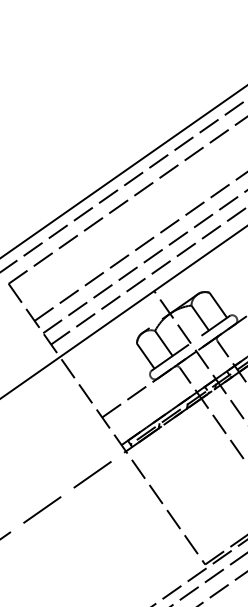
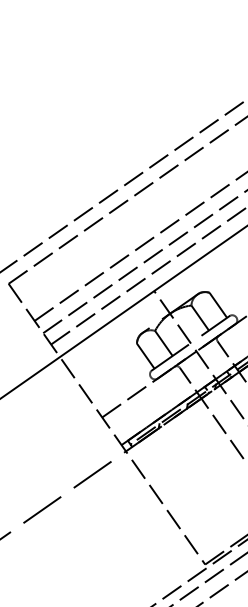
line at (123, 171): present -> none
